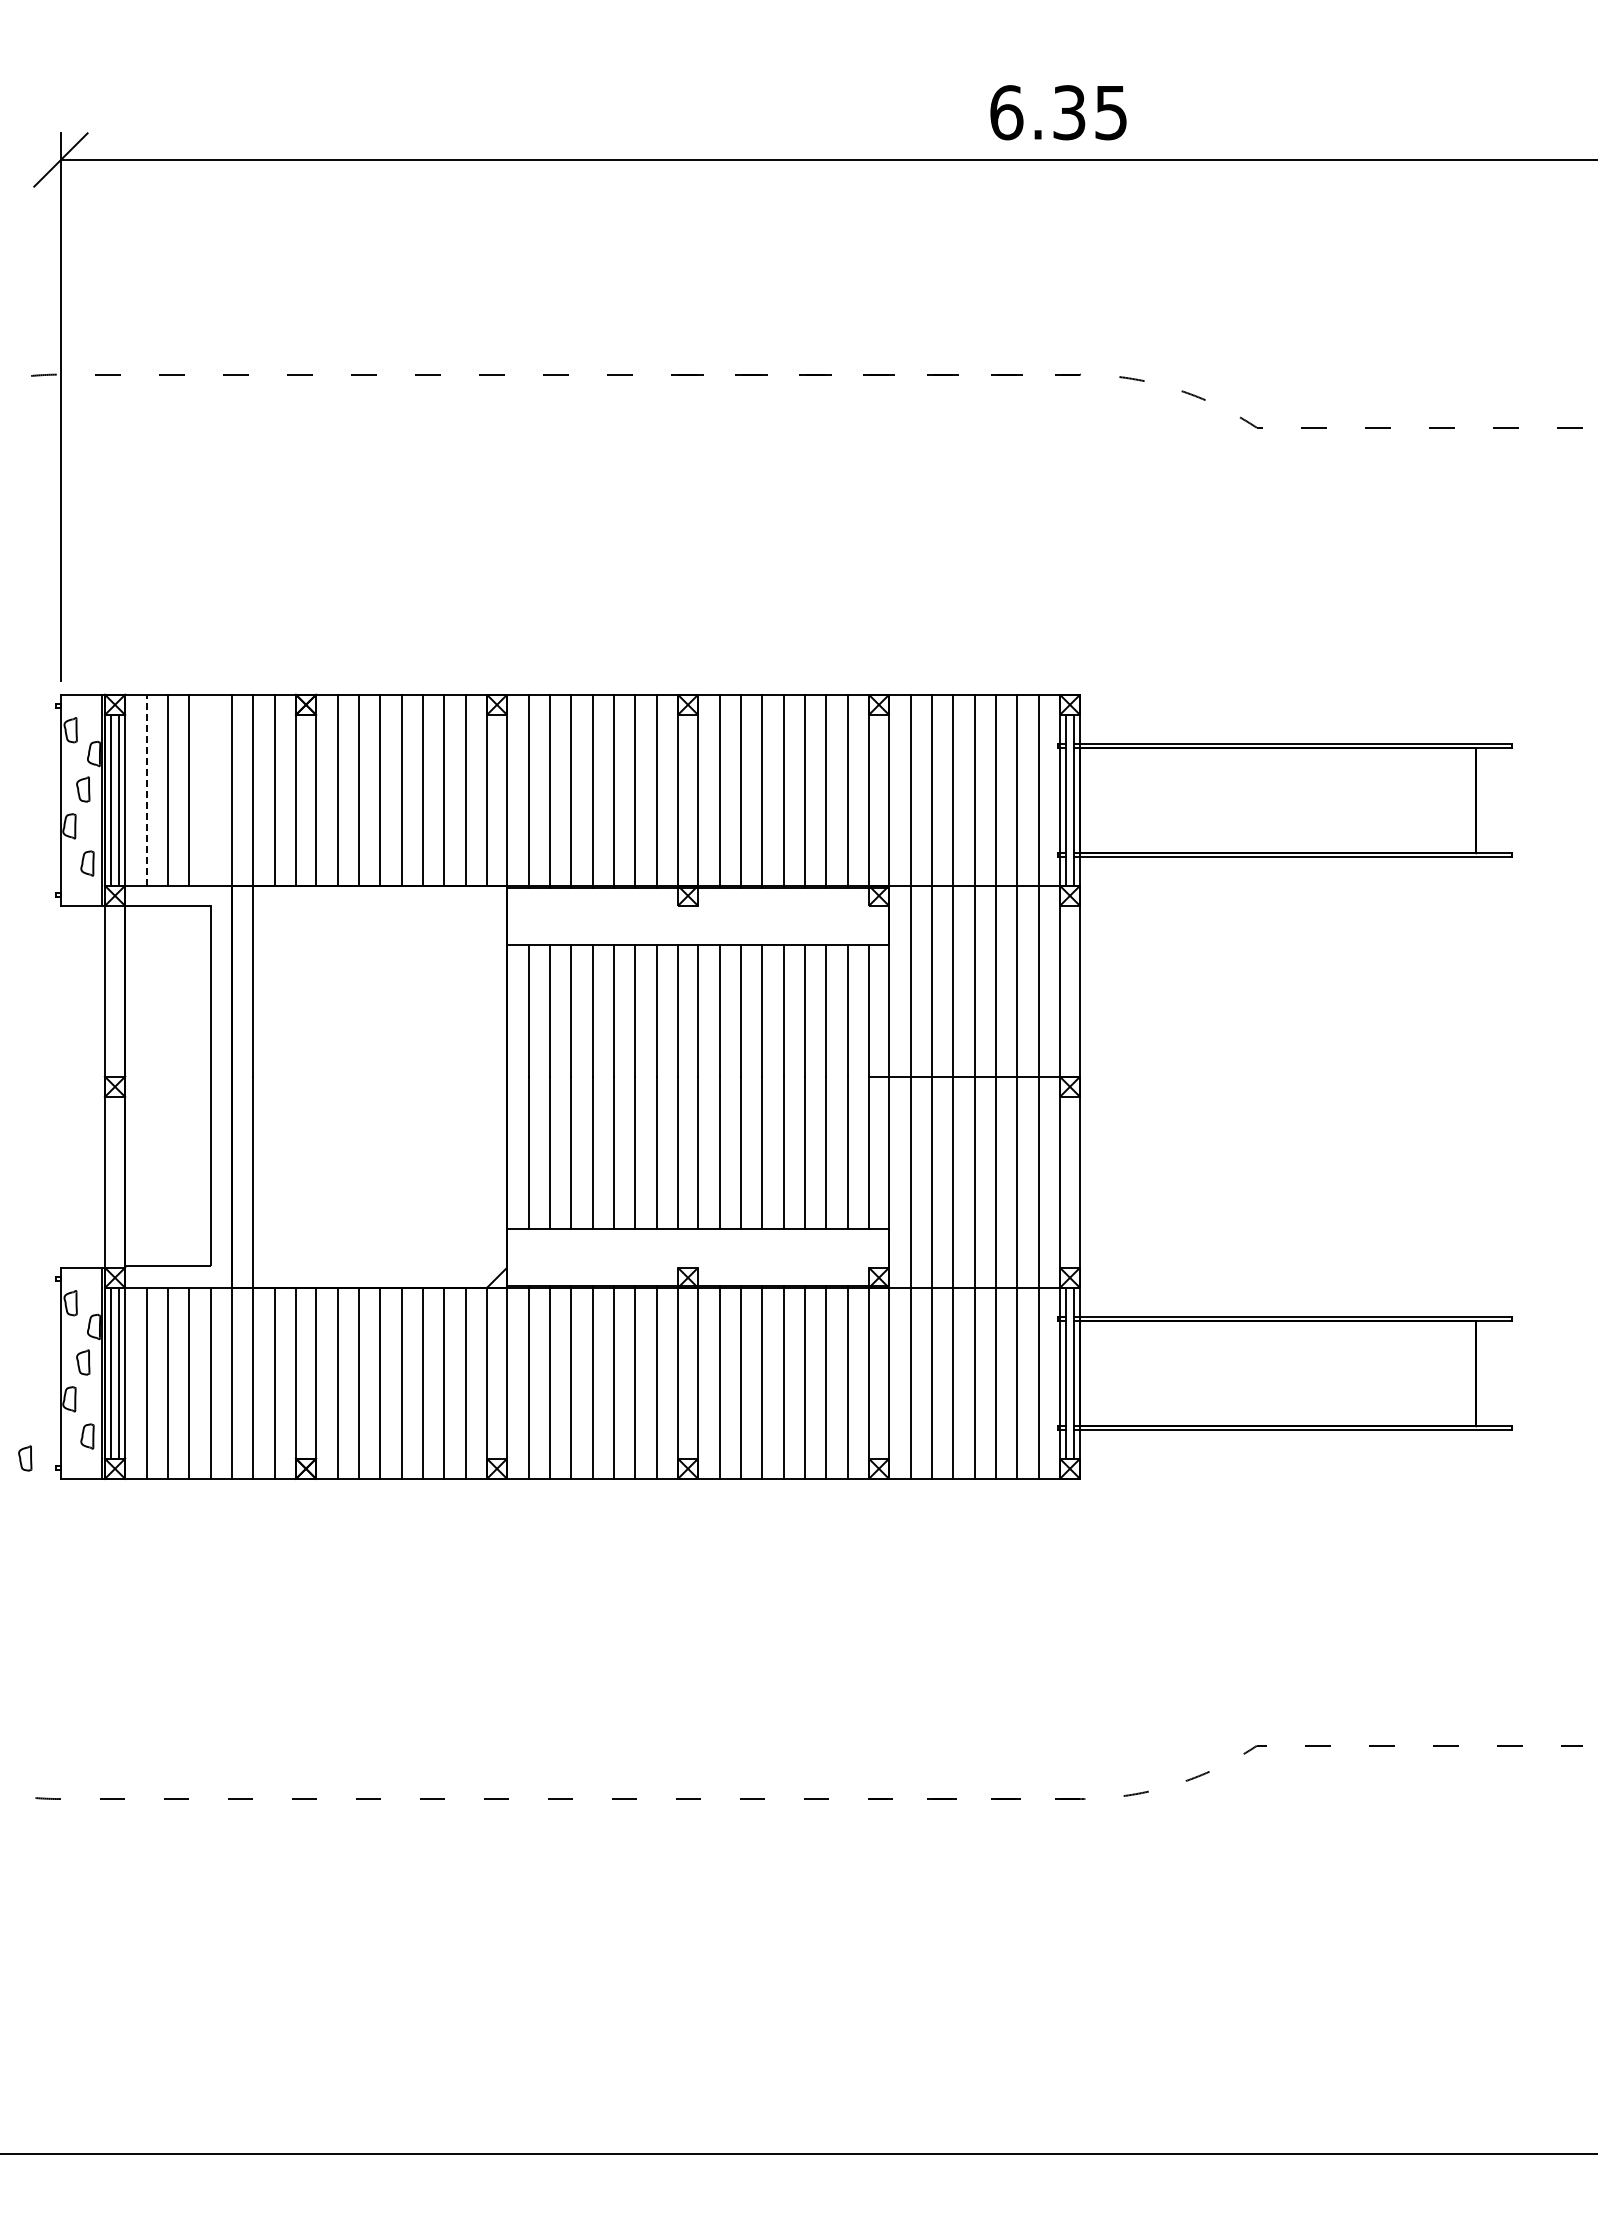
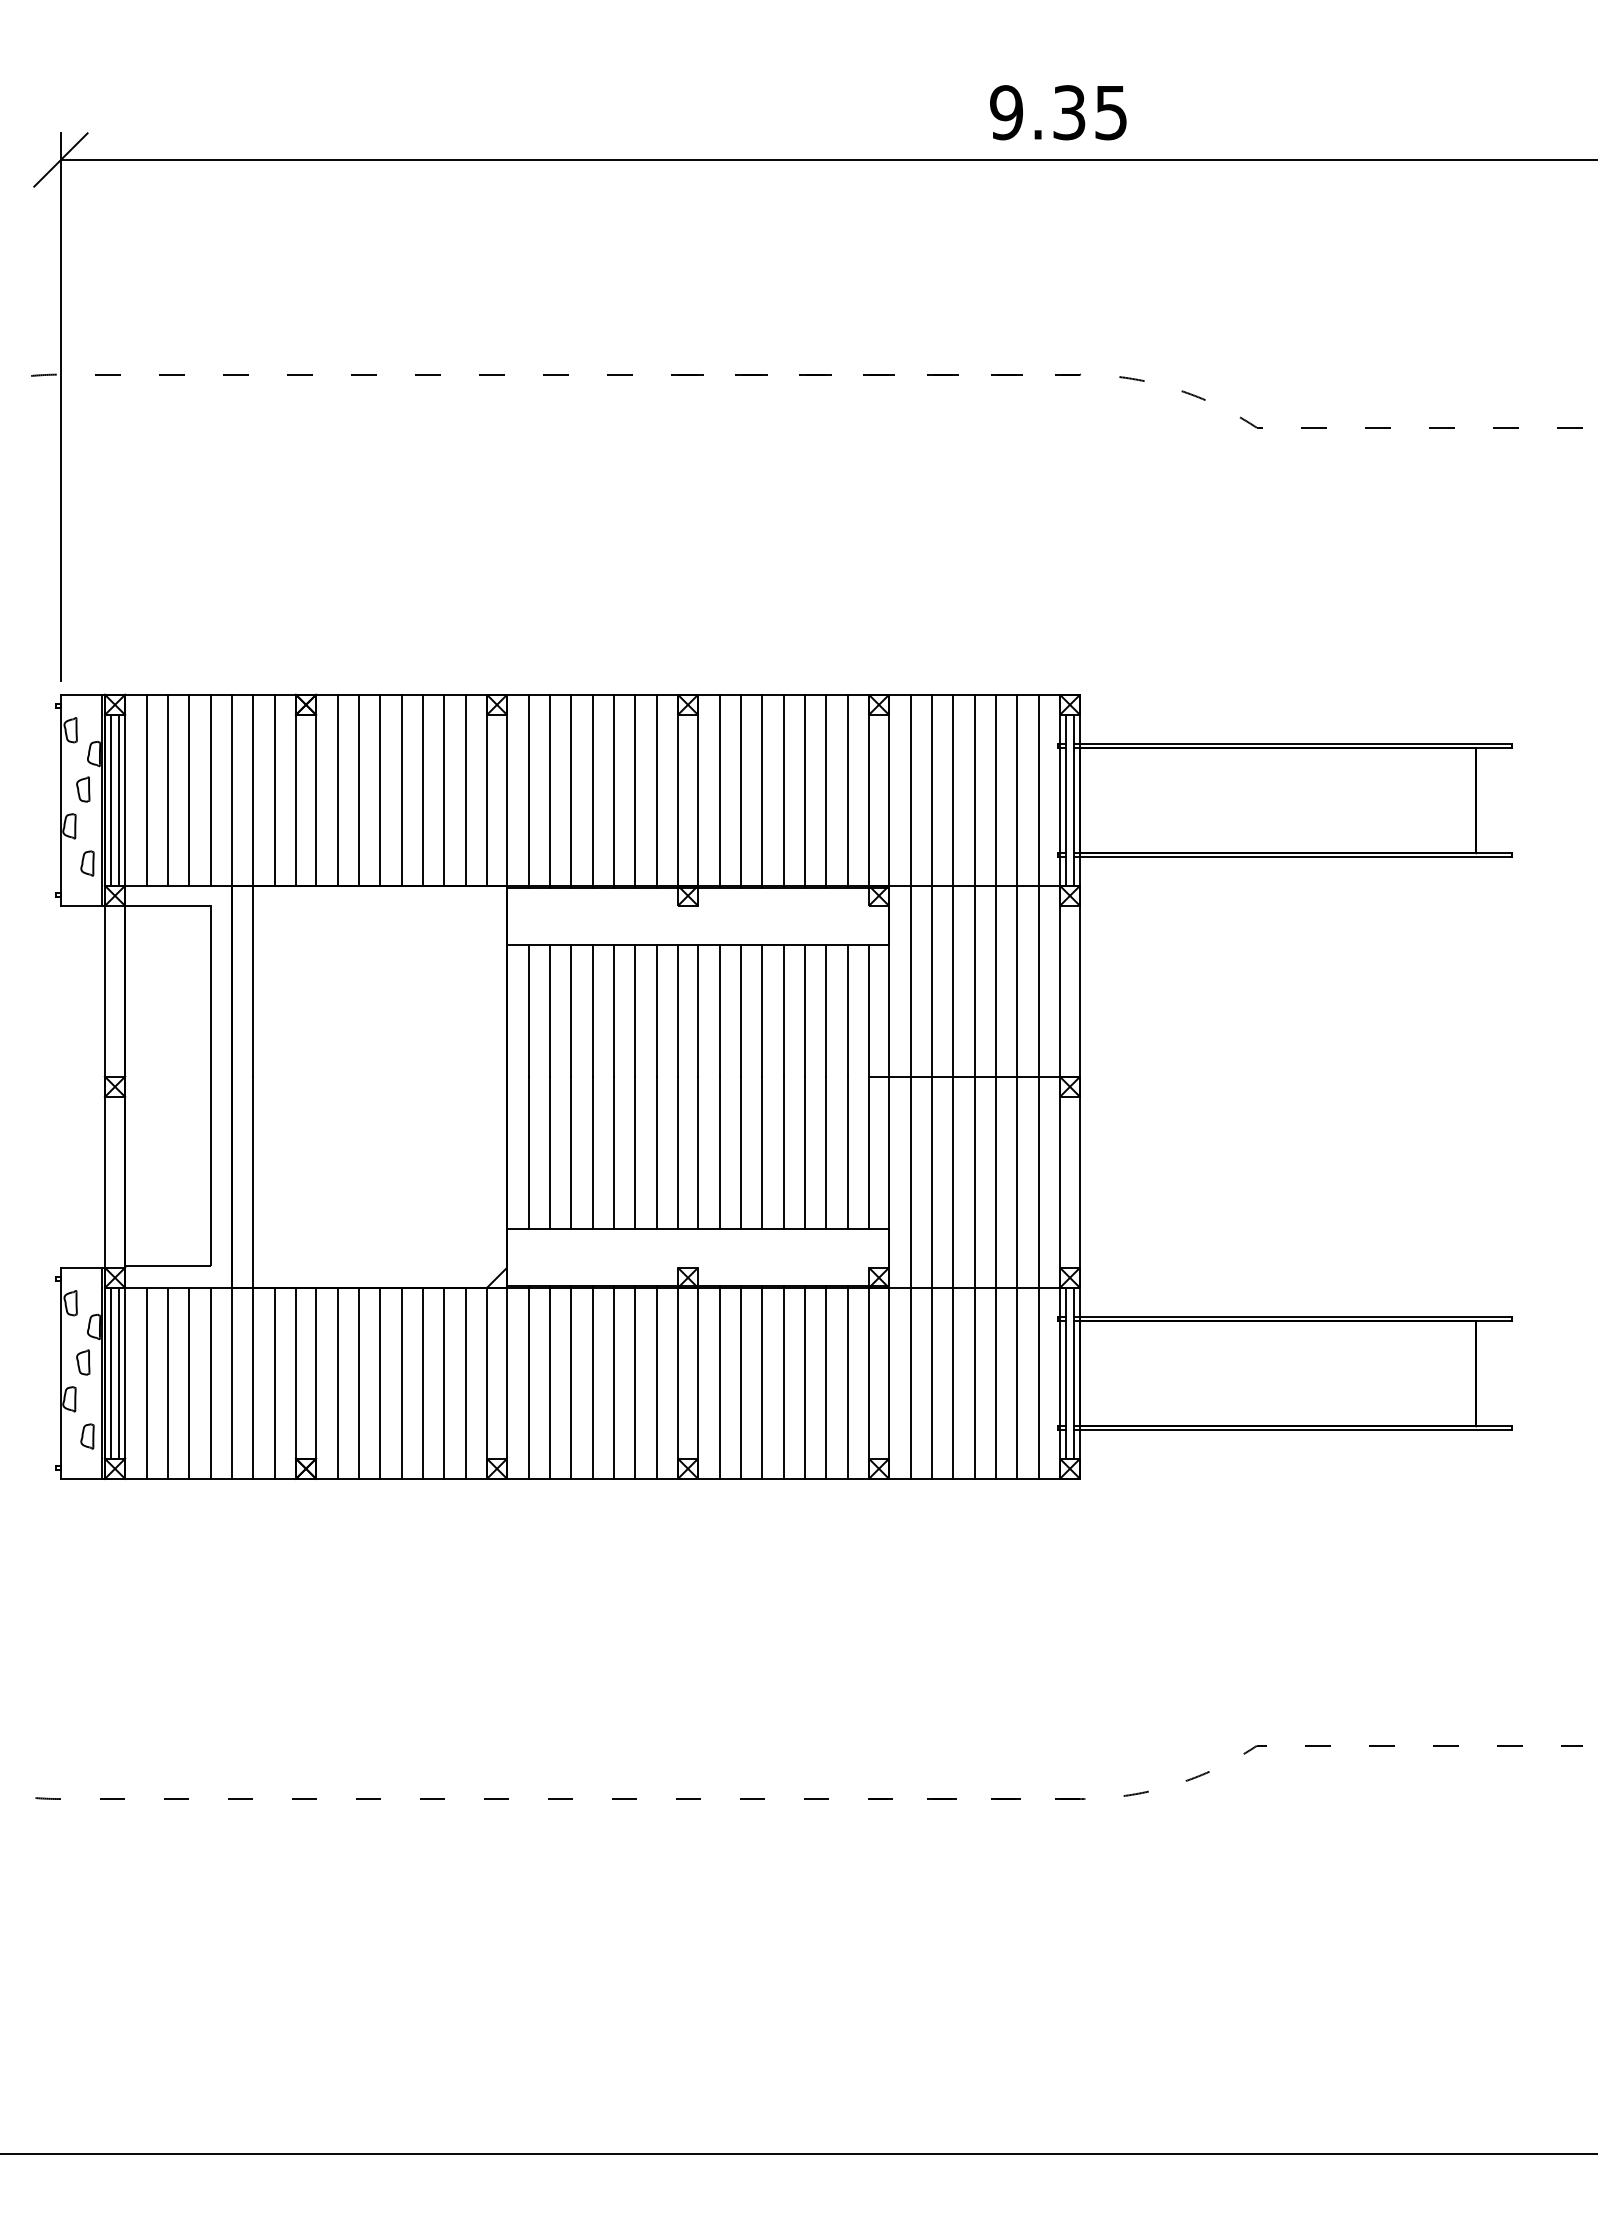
text at (1006, 112): 6.35 -> 9.35
line at (146, 789): dashed -> solid
line at (210, 789): none -> present
part at (25, 1458): present -> none
